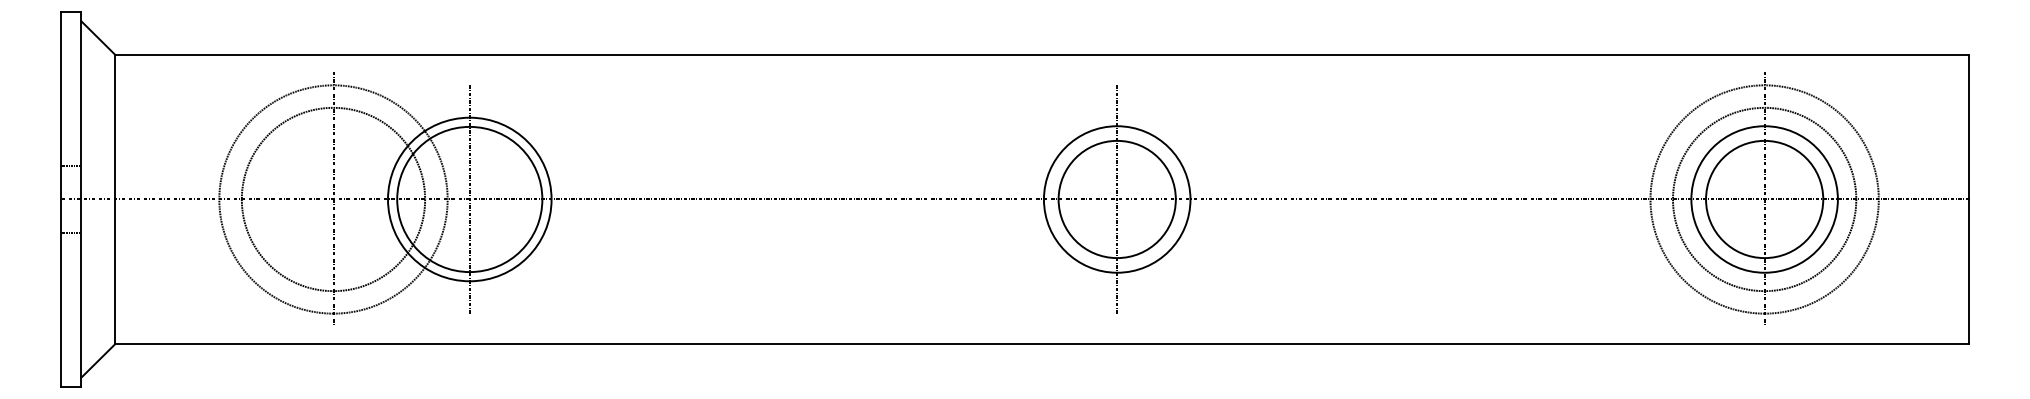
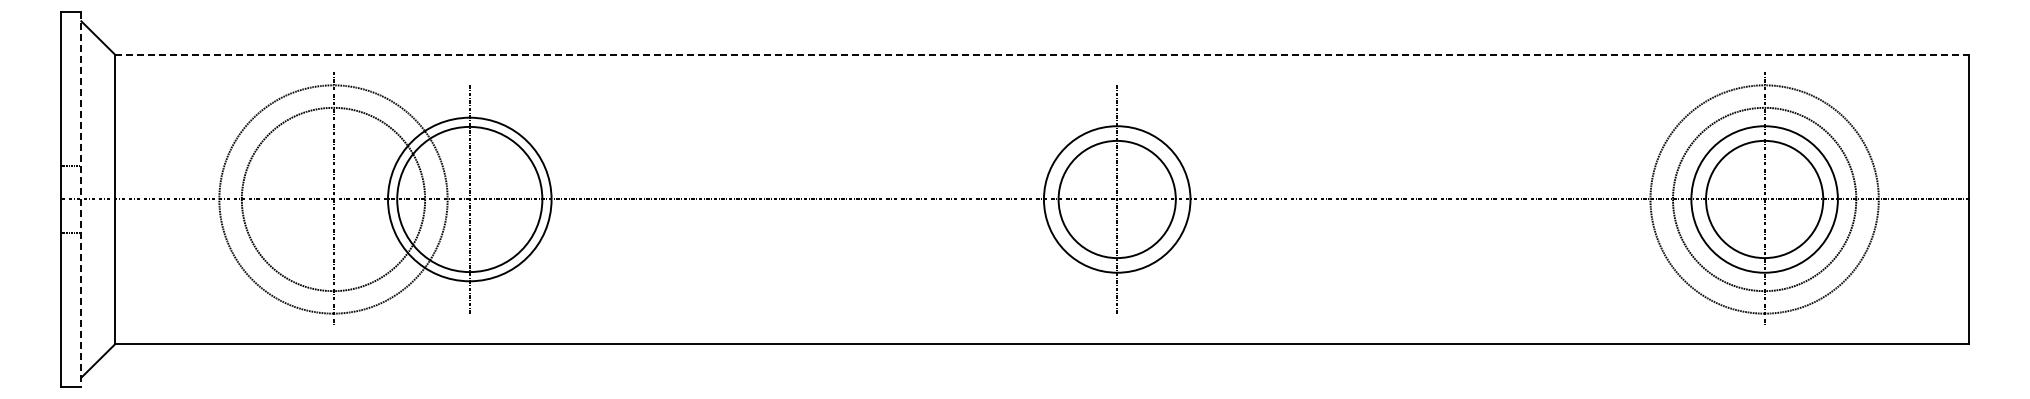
line at (1042, 55): solid -> dashed
line at (81, 199): solid -> dashed
